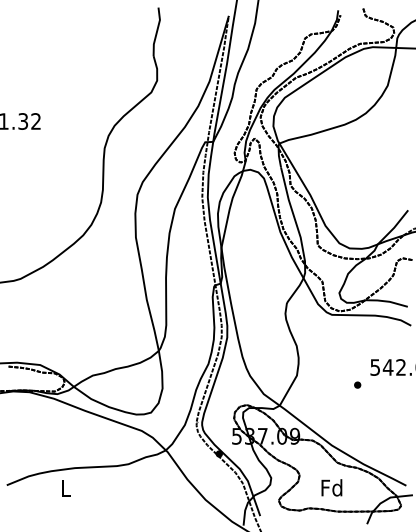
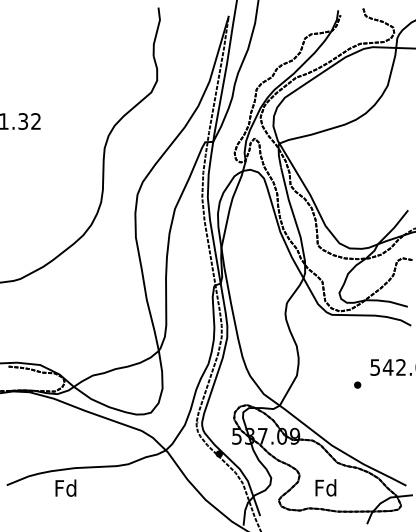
text at (65, 487): L -> Fd
text at (331, 487) position: (331, 487) -> (325, 487)
